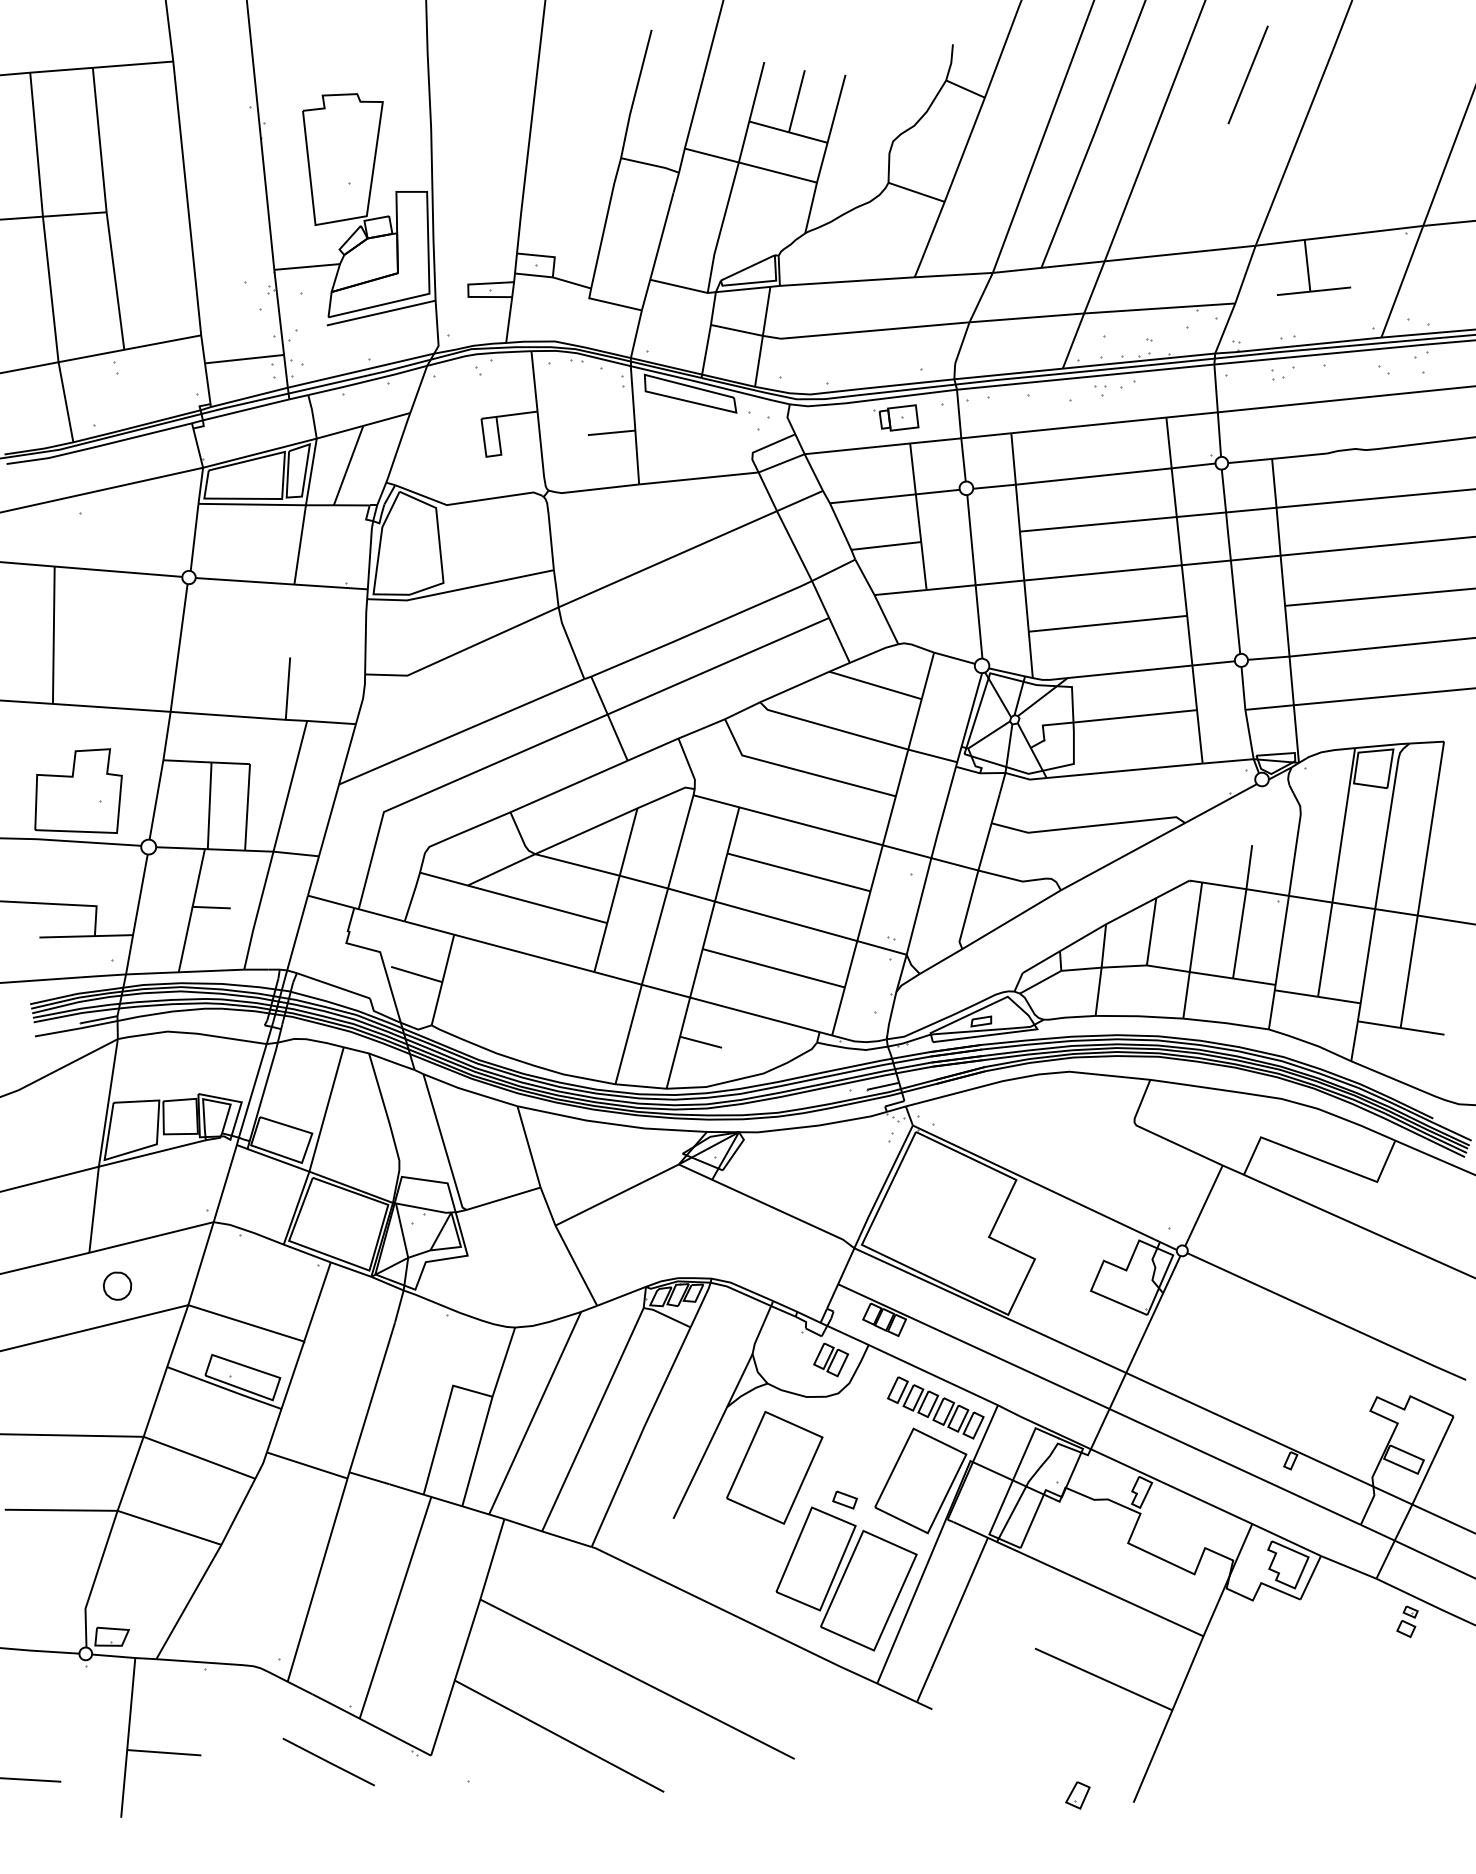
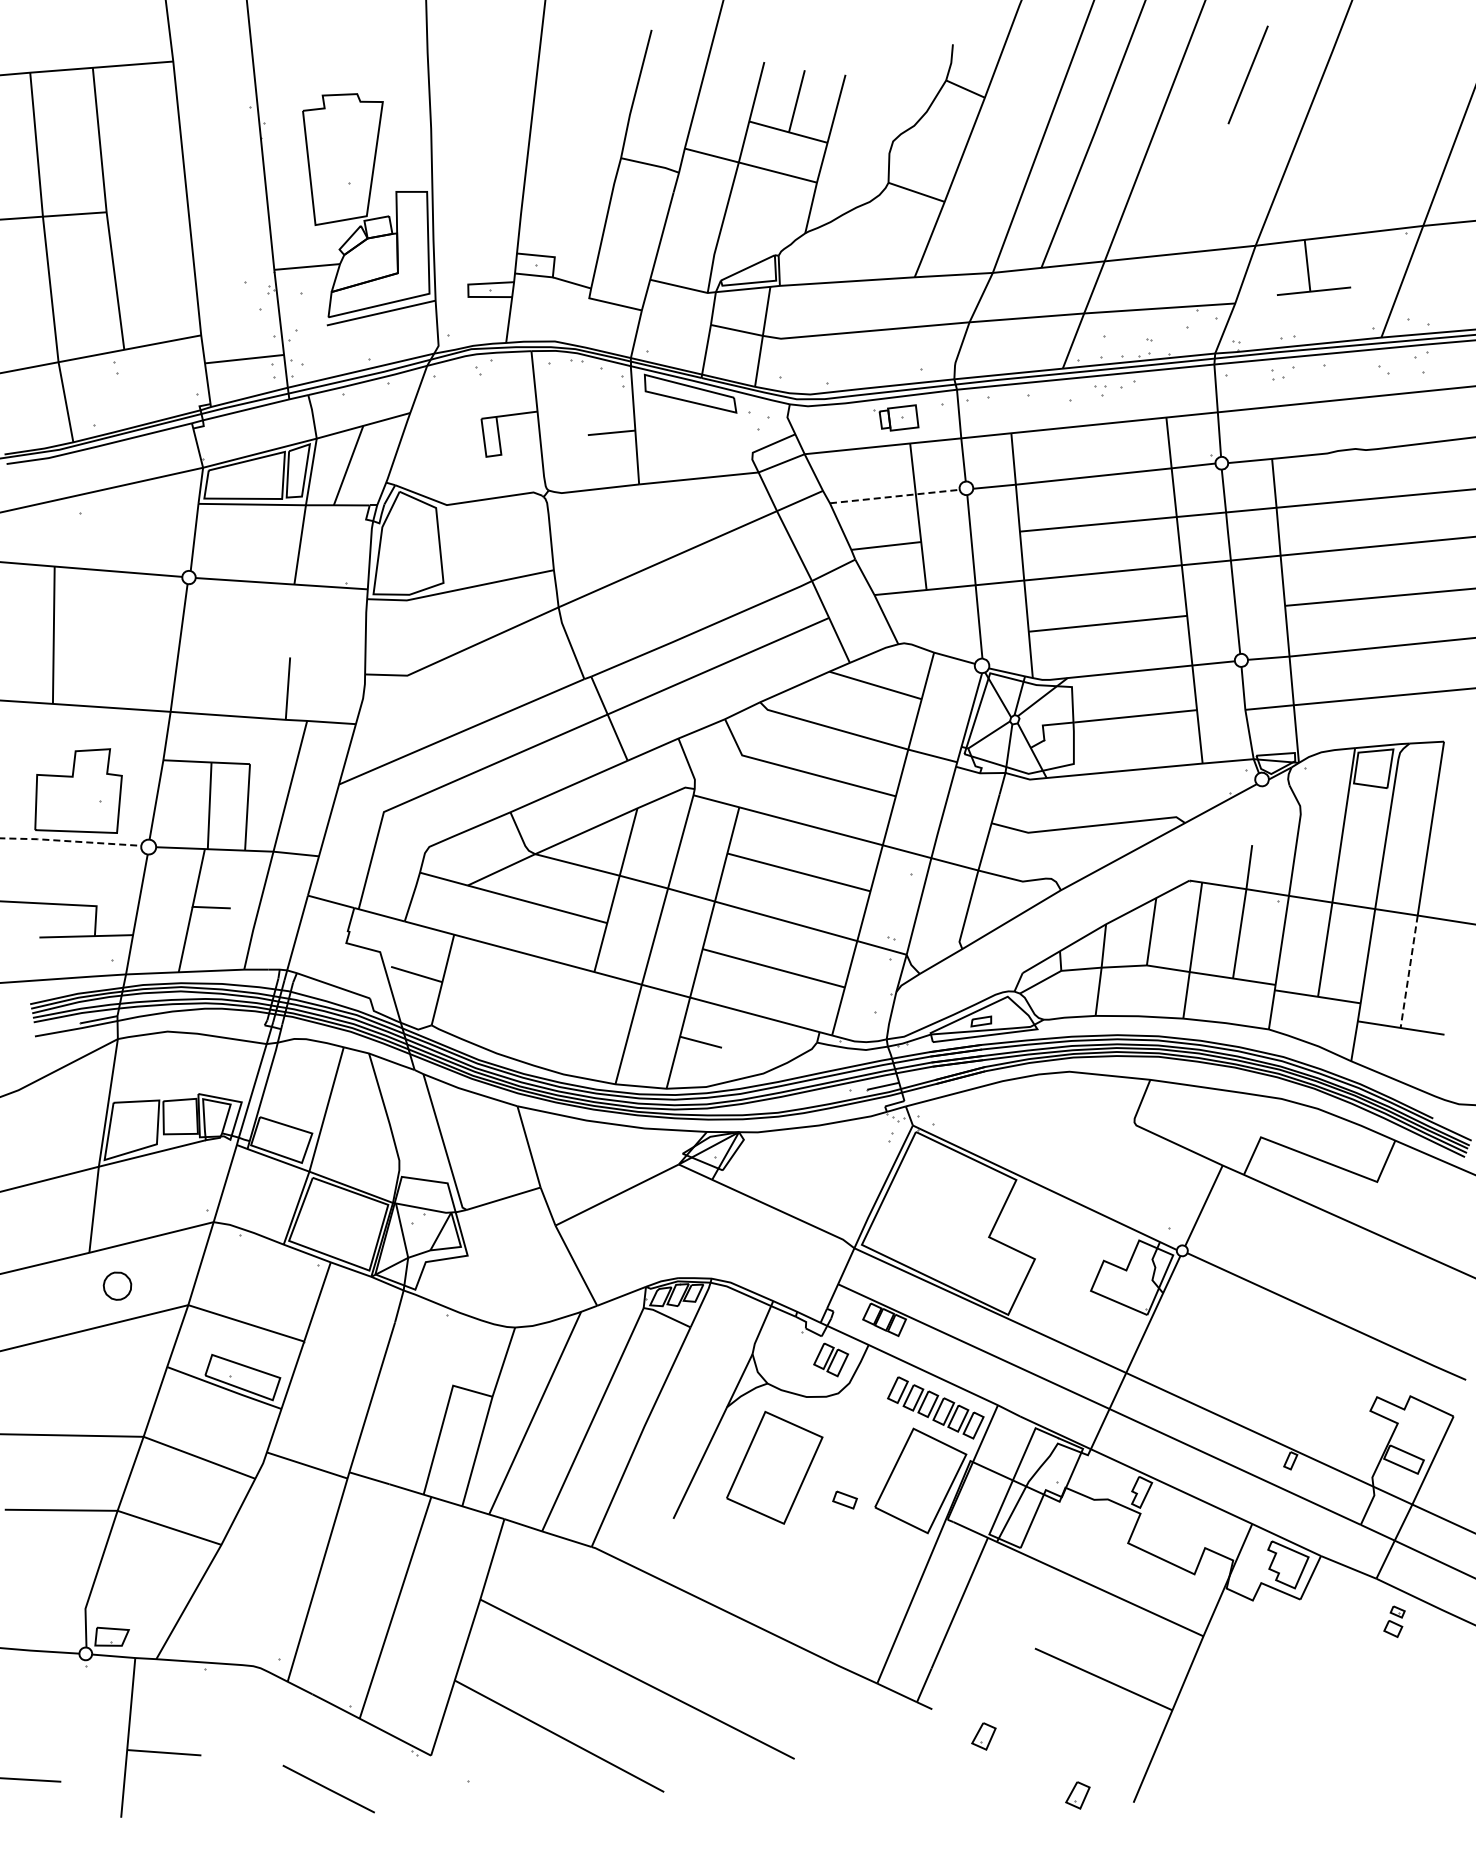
line at (896, 496): solid -> dashed
line at (70, 841): solid -> dashed
line at (1409, 971): solid -> dashed
part at (846, 1578): present -> none
part at (1407, 1621) position: (1407, 1621) -> (1394, 1621)
part at (983, 1736): none -> present
line at (328, 1761) position: (328, 1761) -> (328, 1788)
